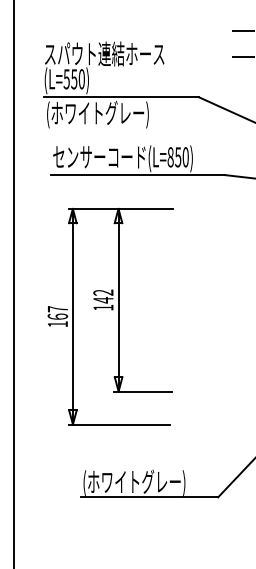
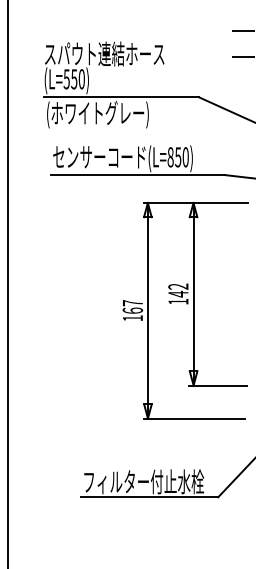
line at (13, 283) position: (13, 283) -> (7, 283)
part at (111, 310) position: (111, 310) -> (186, 304)
text at (143, 482): (ホワイトグレー) -> フィルター付止水栓
